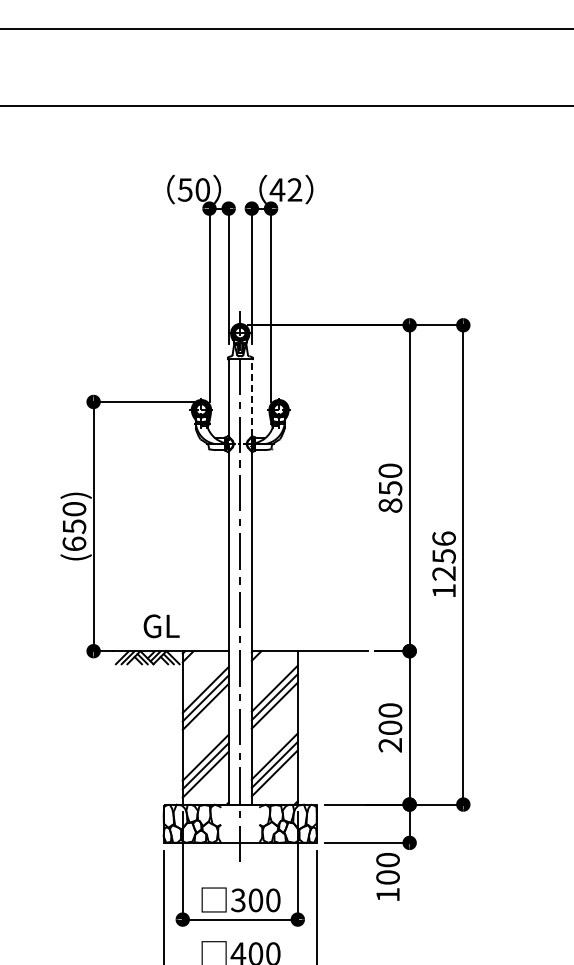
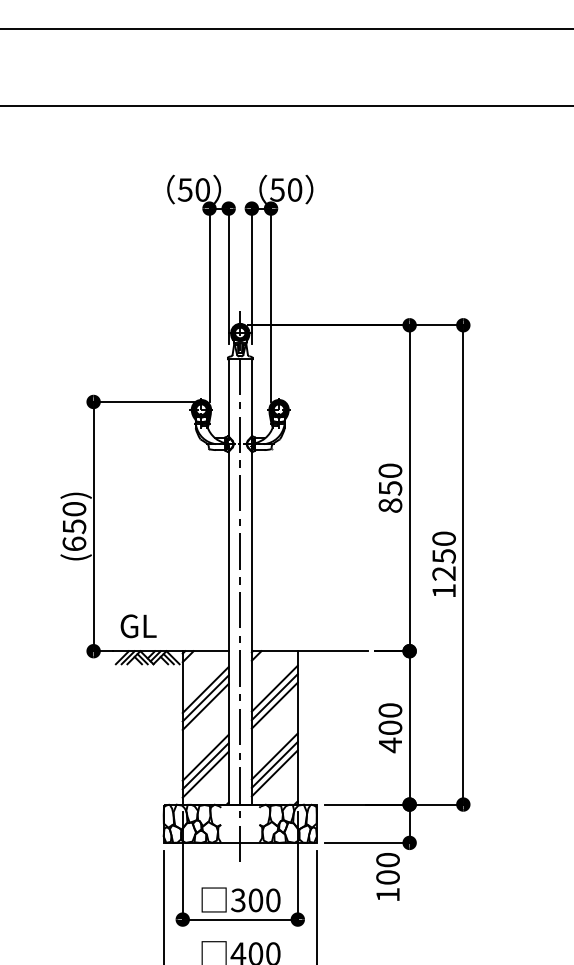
text at (285, 189): 42 -> 50
line at (251, 397): dashed -> solid
text at (443, 538): 1256 -> 1250
text at (161, 626) position: (161, 626) -> (138, 626)
text at (389, 745): 200 -> 400
